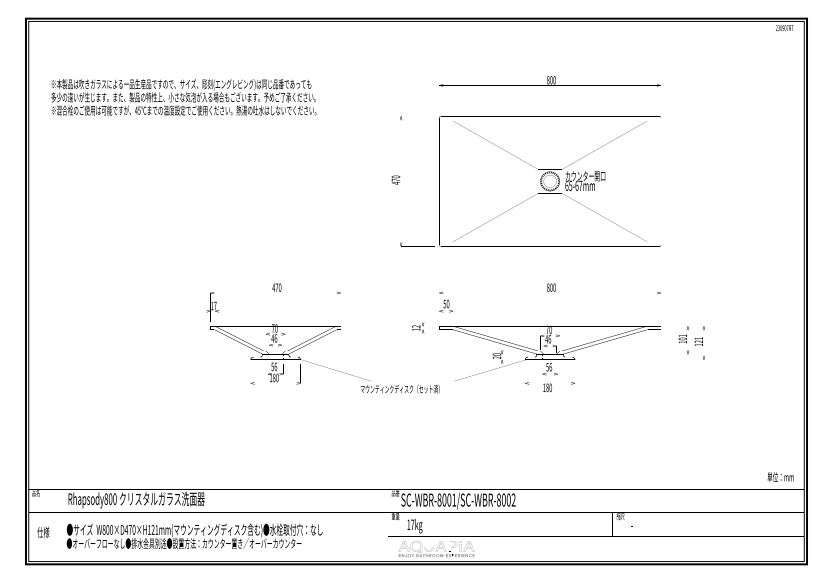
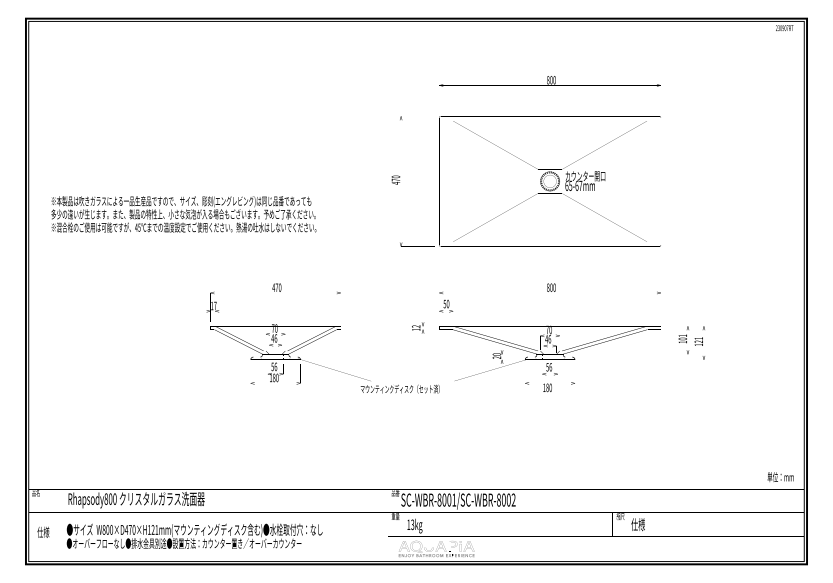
text at (183, 97) position: (183, 97) -> (183, 214)
text at (412, 524): 17kg -> 13kg
text at (637, 524): - -> 仕様
